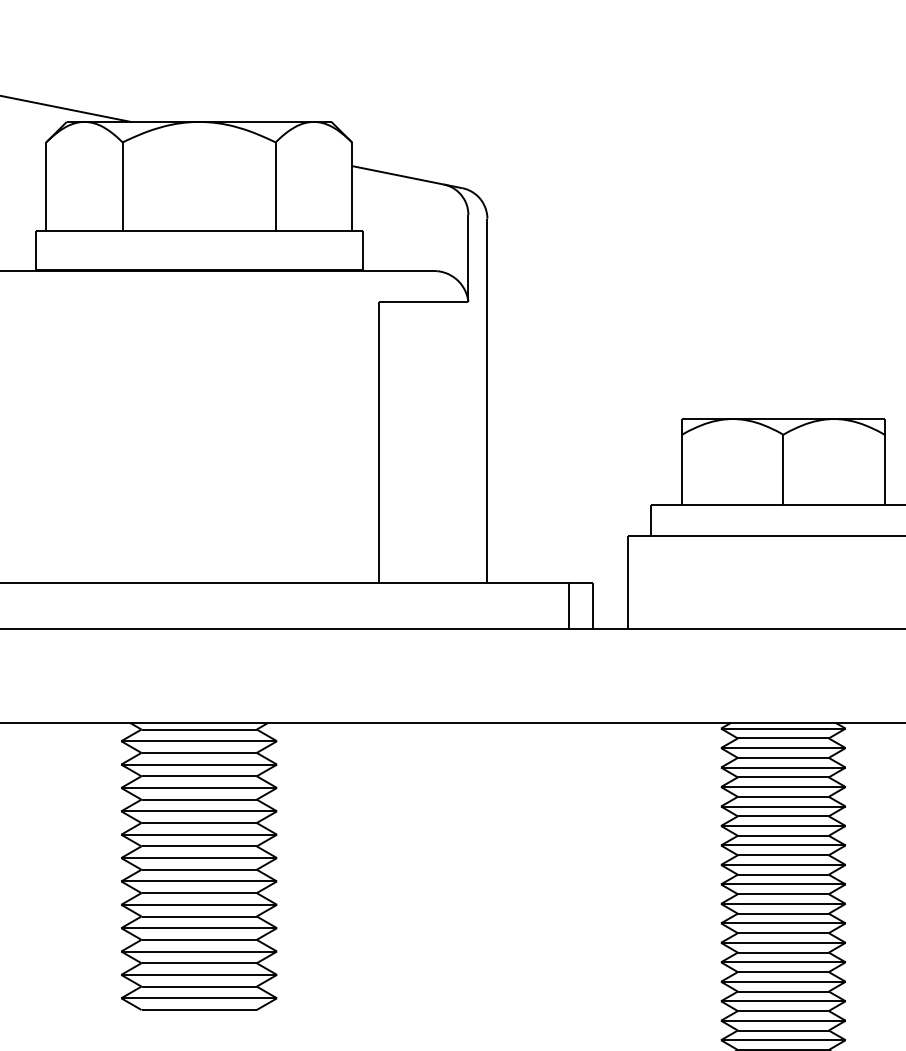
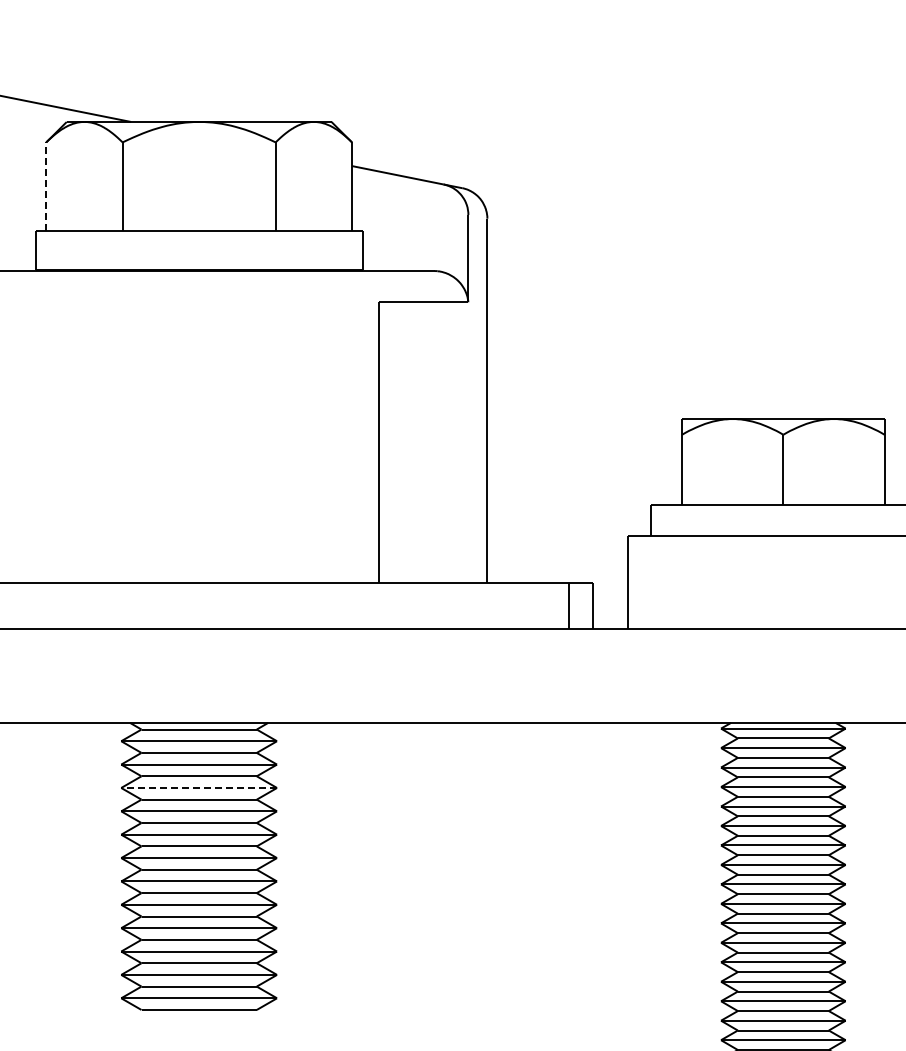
line at (46, 186): solid -> dashed
line at (199, 787): solid -> dashed
